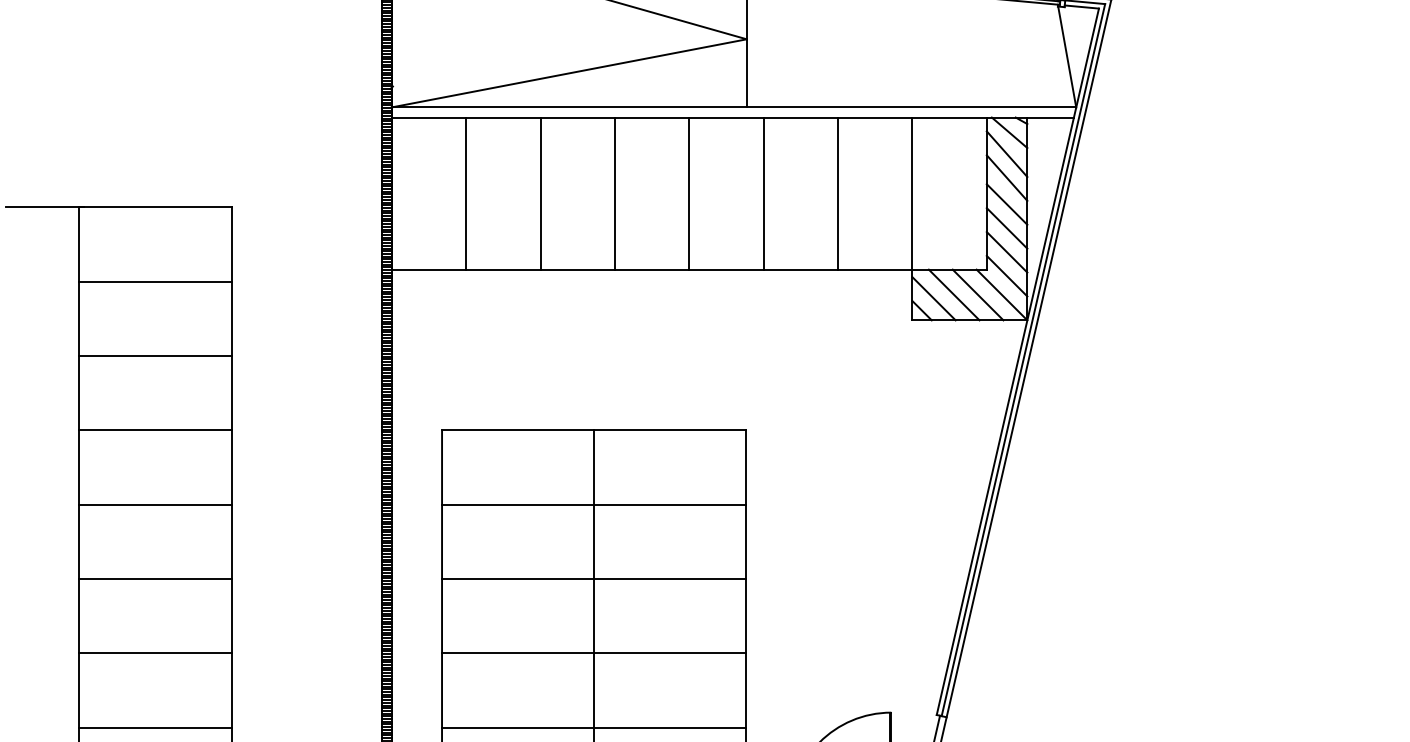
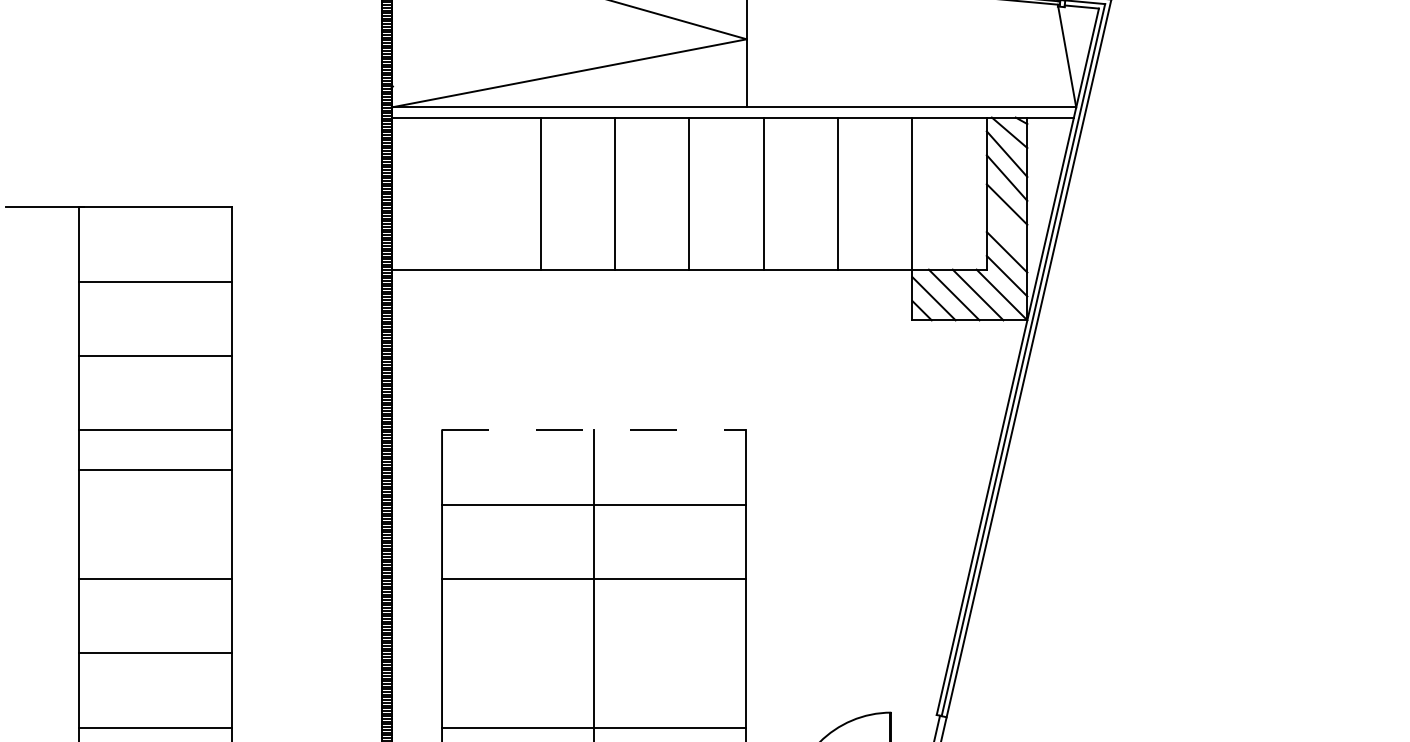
line at (466, 193): present -> none
line at (1006, 228): present -> none
line at (594, 430): solid -> dashed
line at (155, 504) position: (155, 504) -> (155, 469)
line at (594, 653): present -> none
